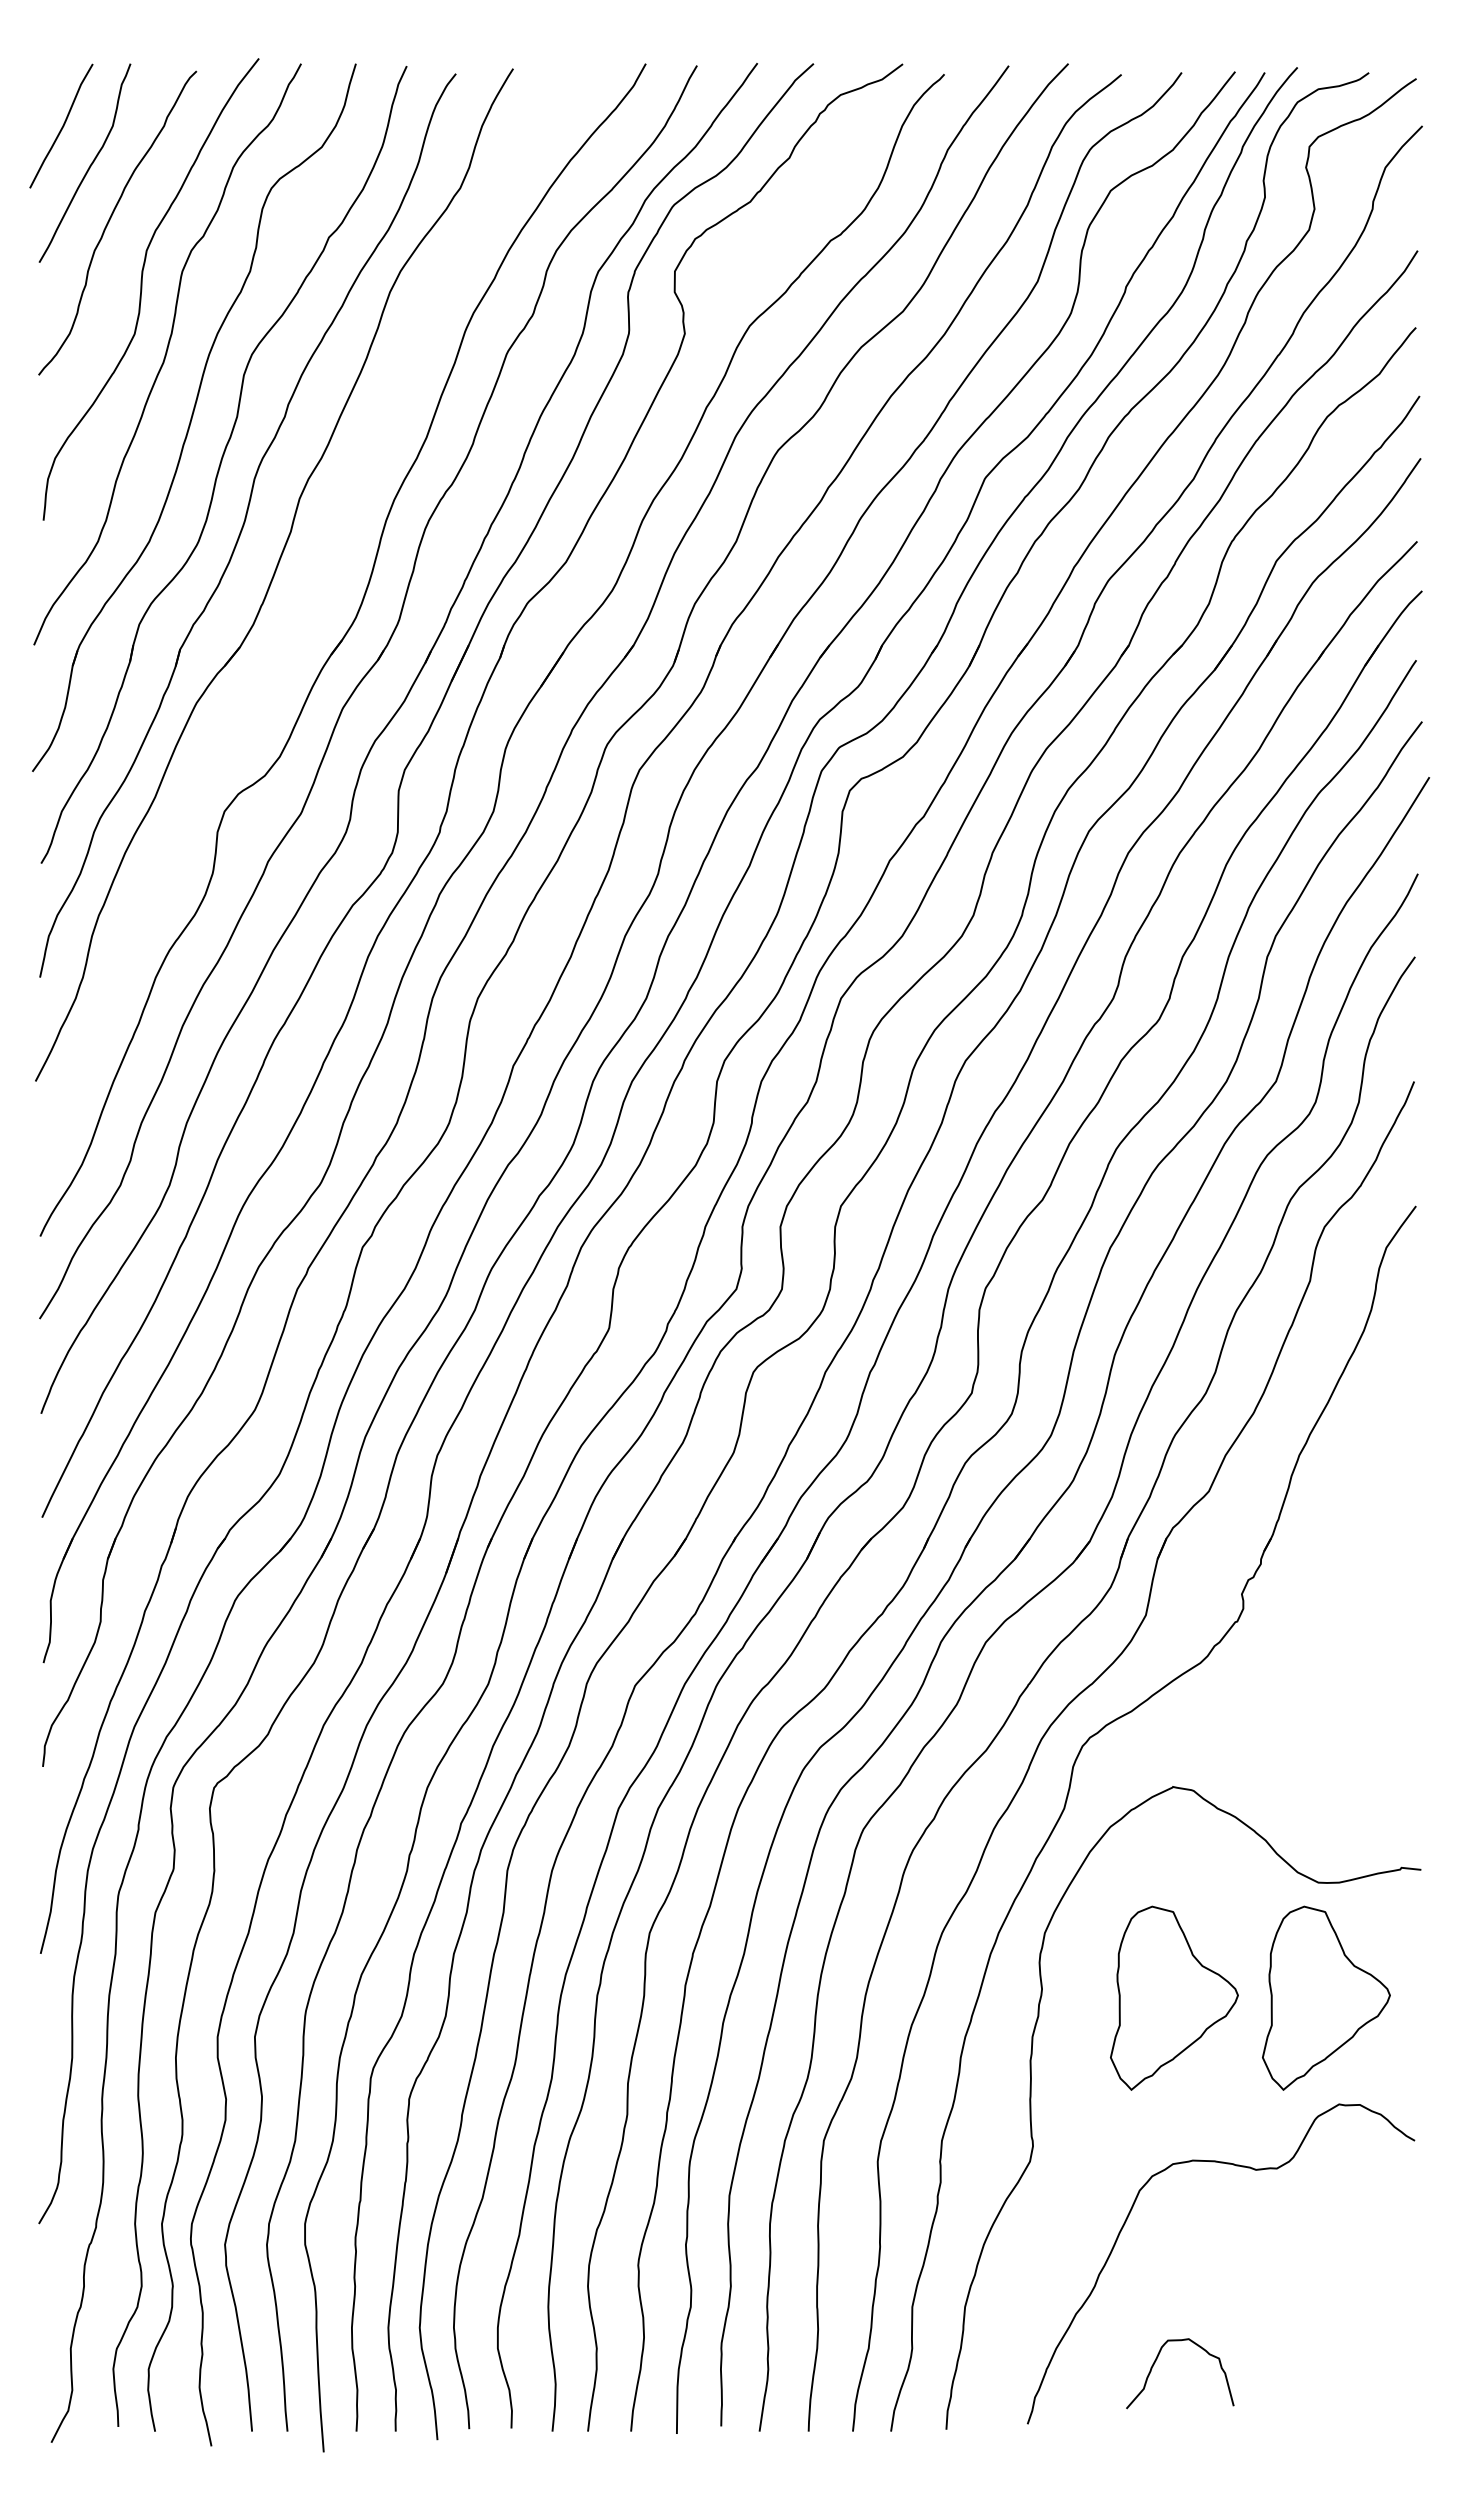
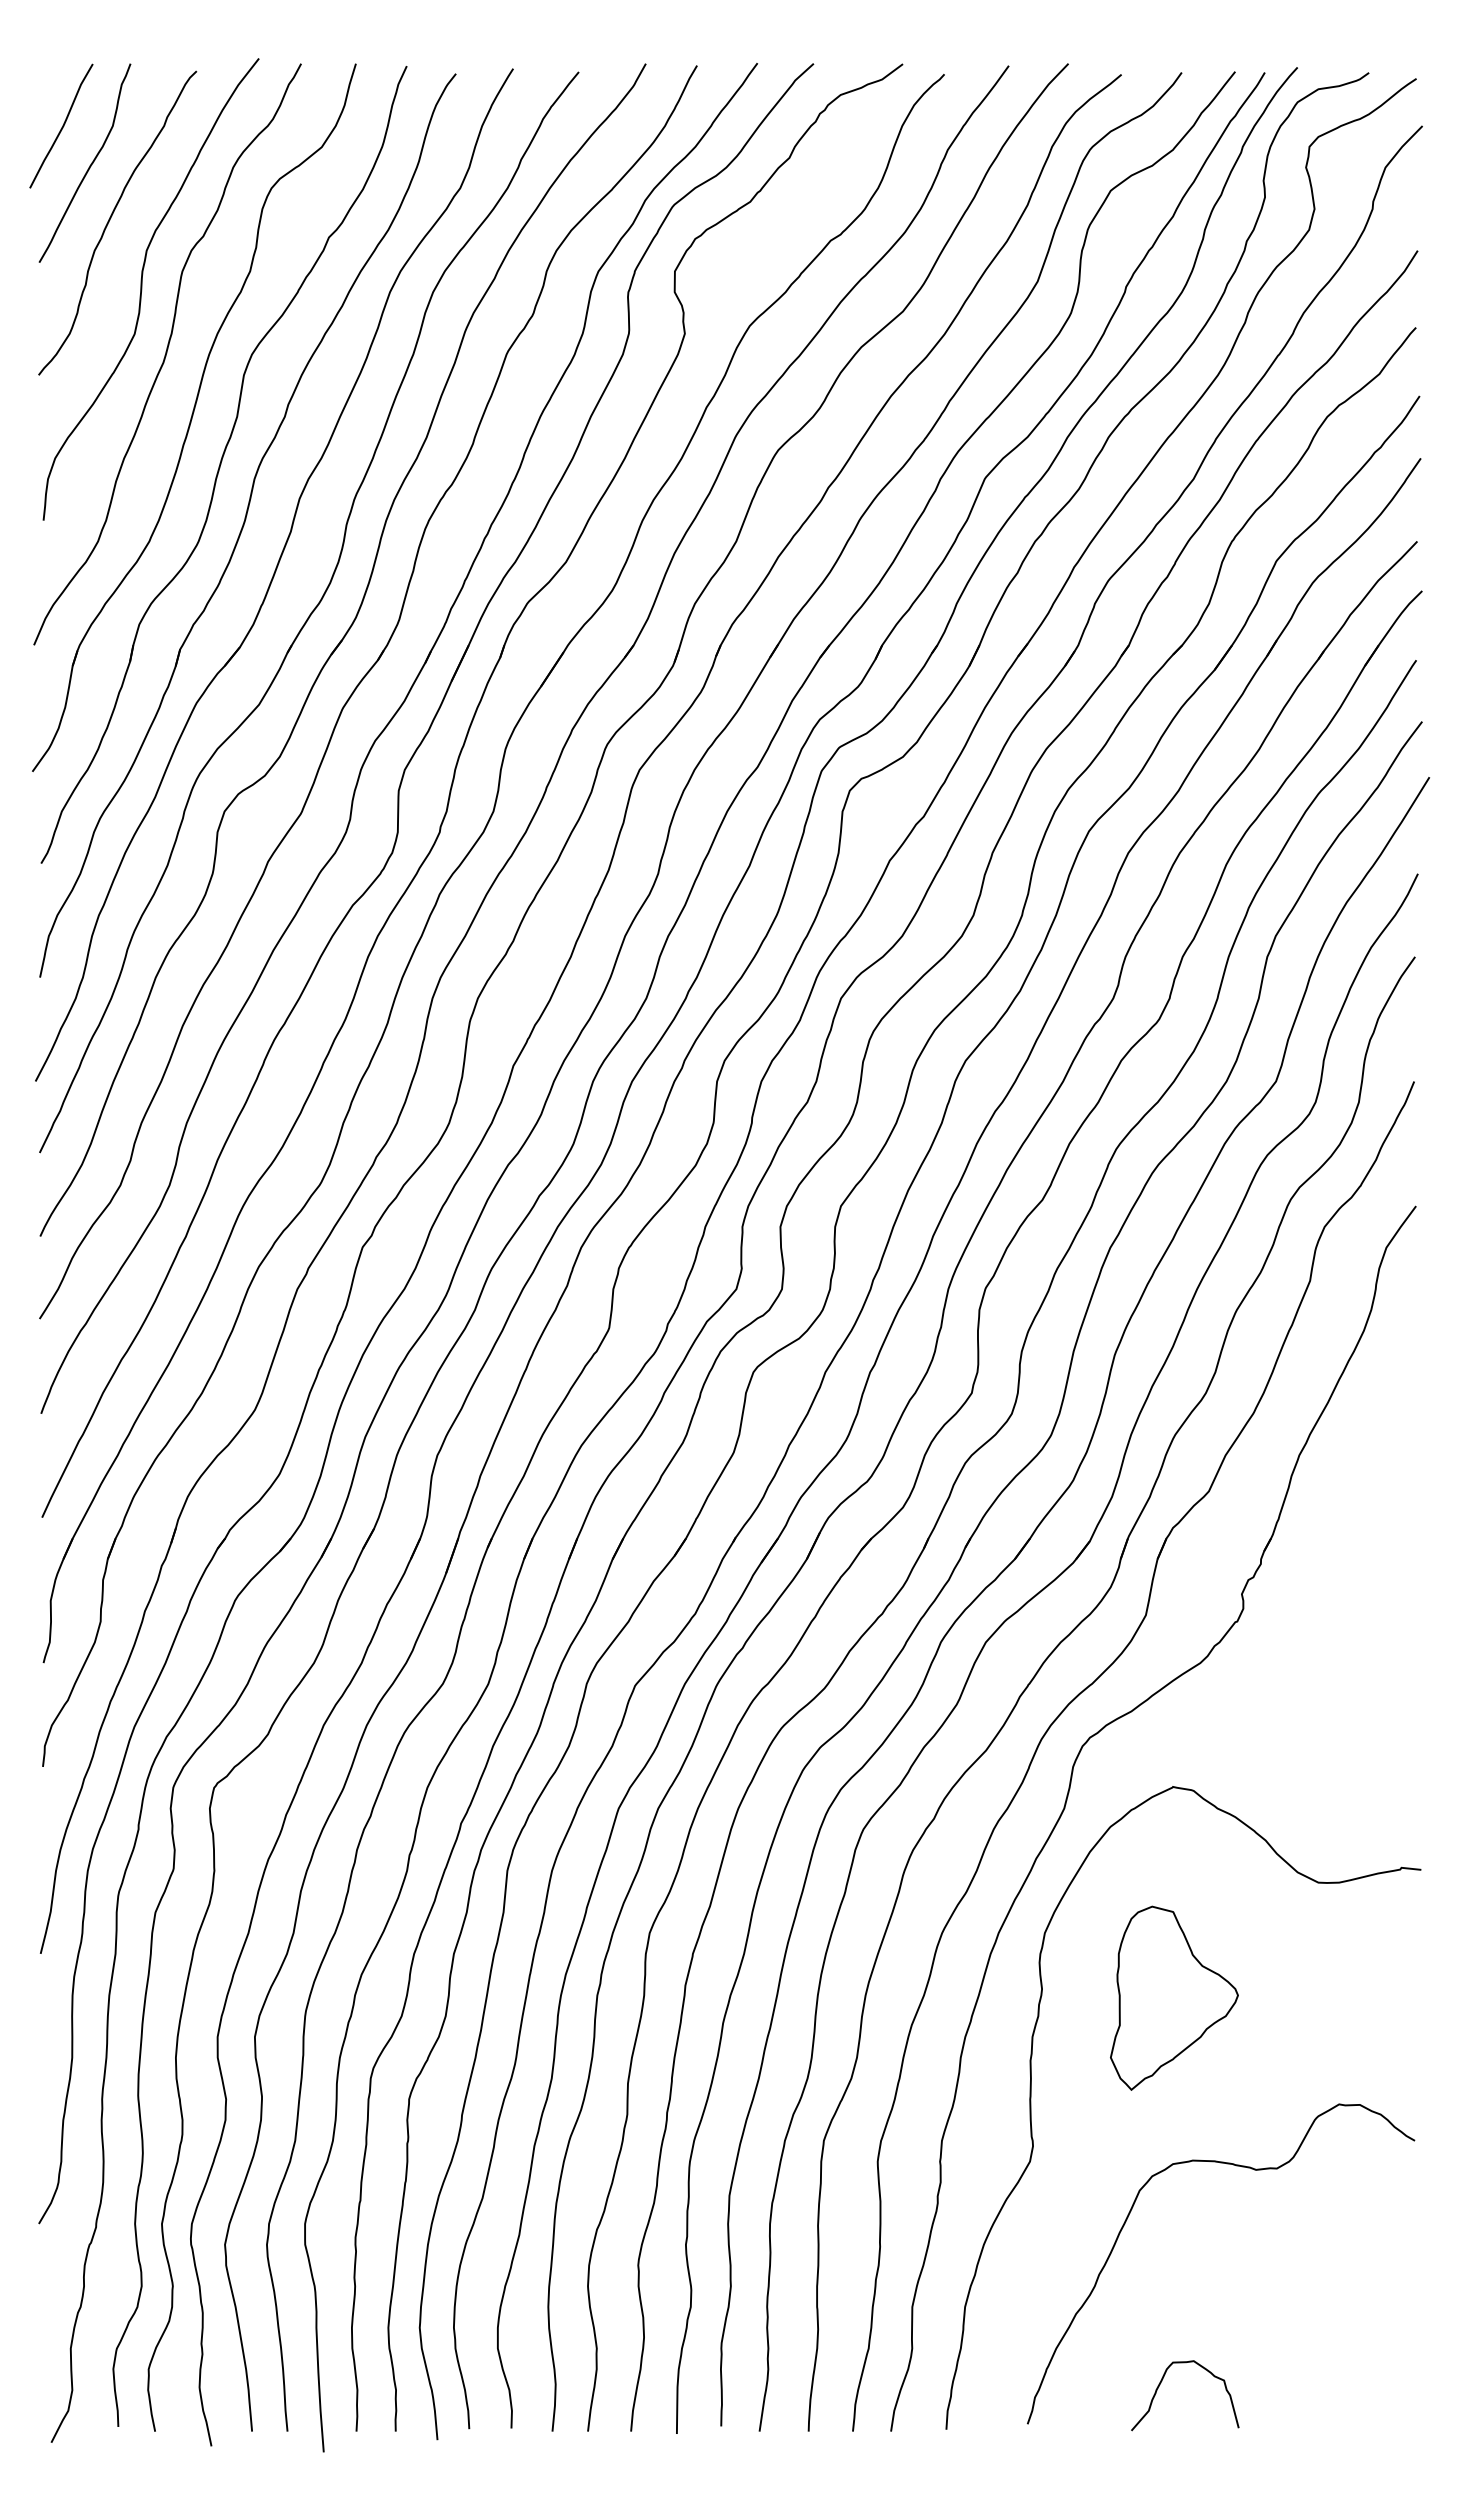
part at (309, 612): none -> present
part at (1326, 1997): present -> none
curve at (1156, 2361) position: (1156, 2361) -> (1161, 2383)
